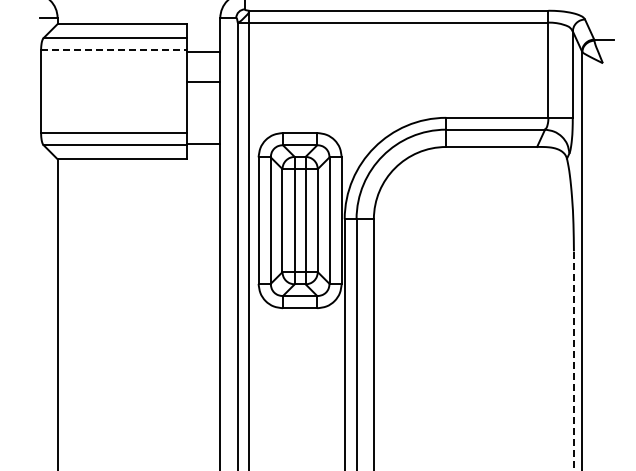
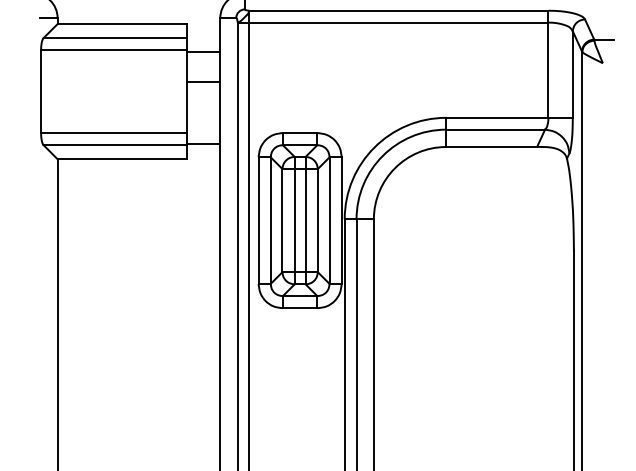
line at (113, 49): dashed -> solid
line at (573, 360): dashed -> solid
